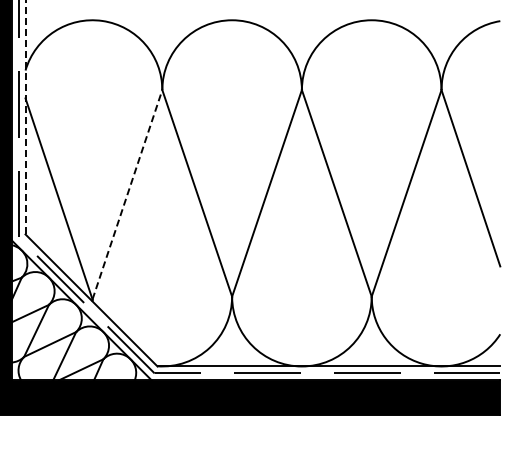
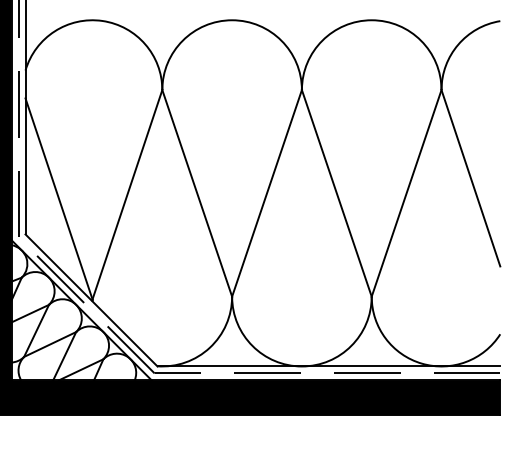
line at (25, 117): dashed -> solid
line at (127, 194): dashed -> solid
